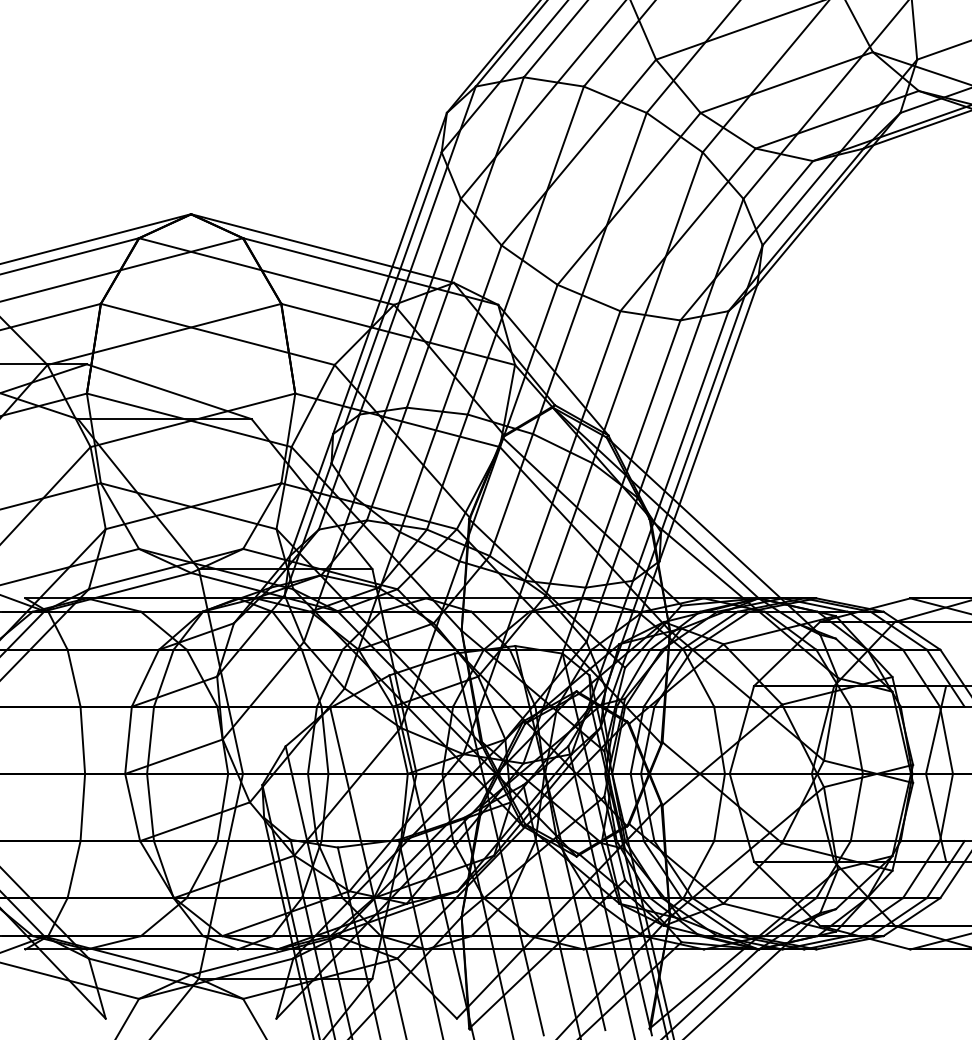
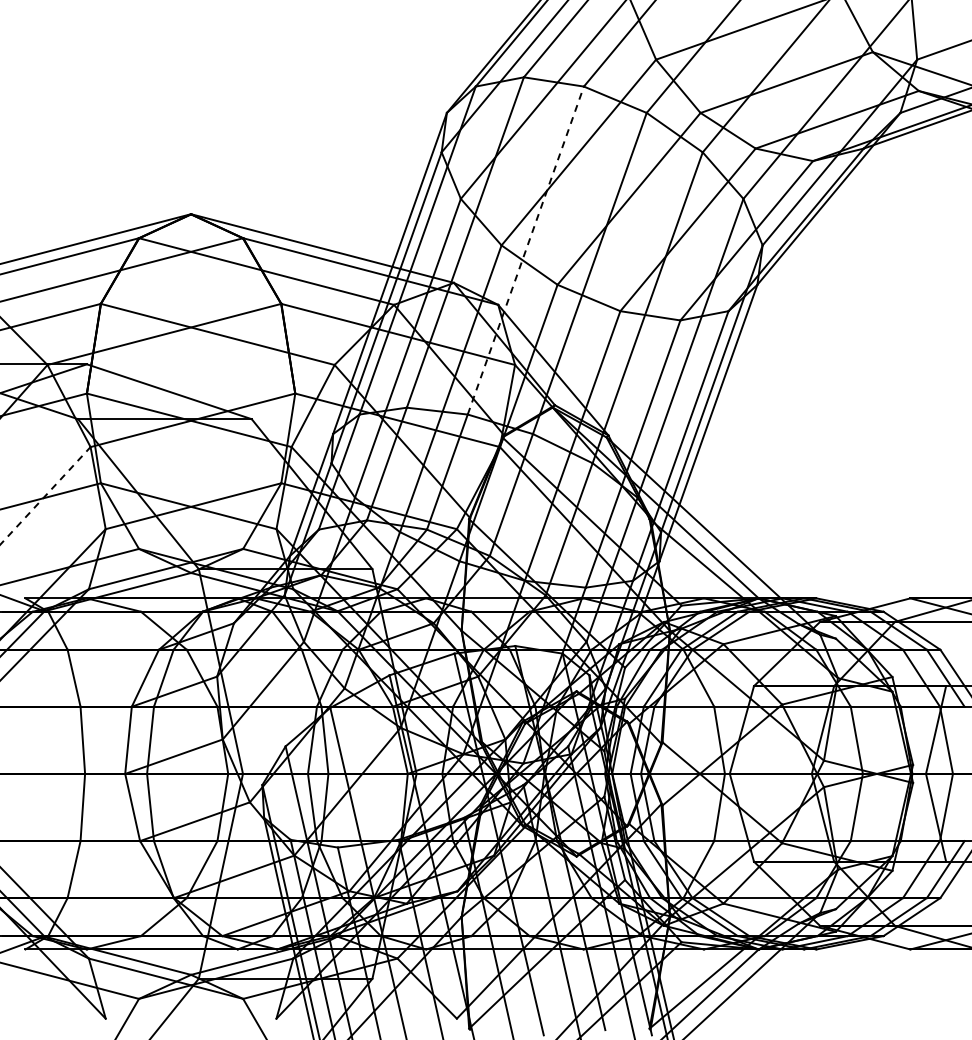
line at (525, 250): solid -> dashed
line at (45, 495): solid -> dashed
